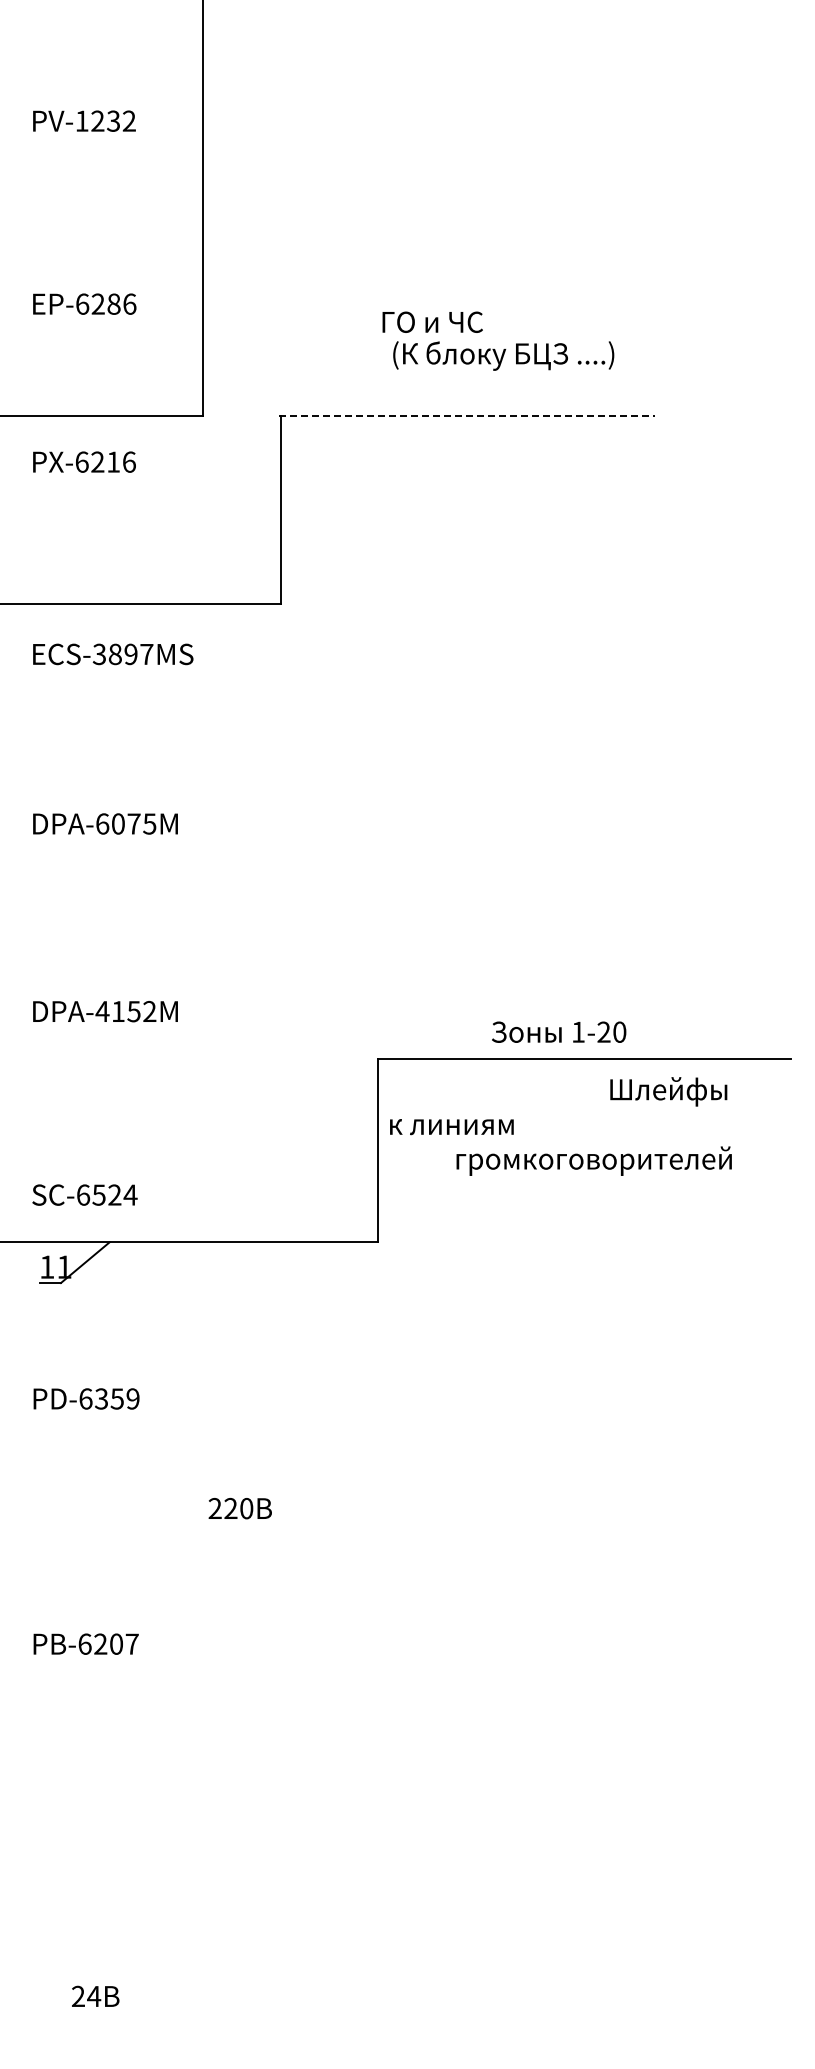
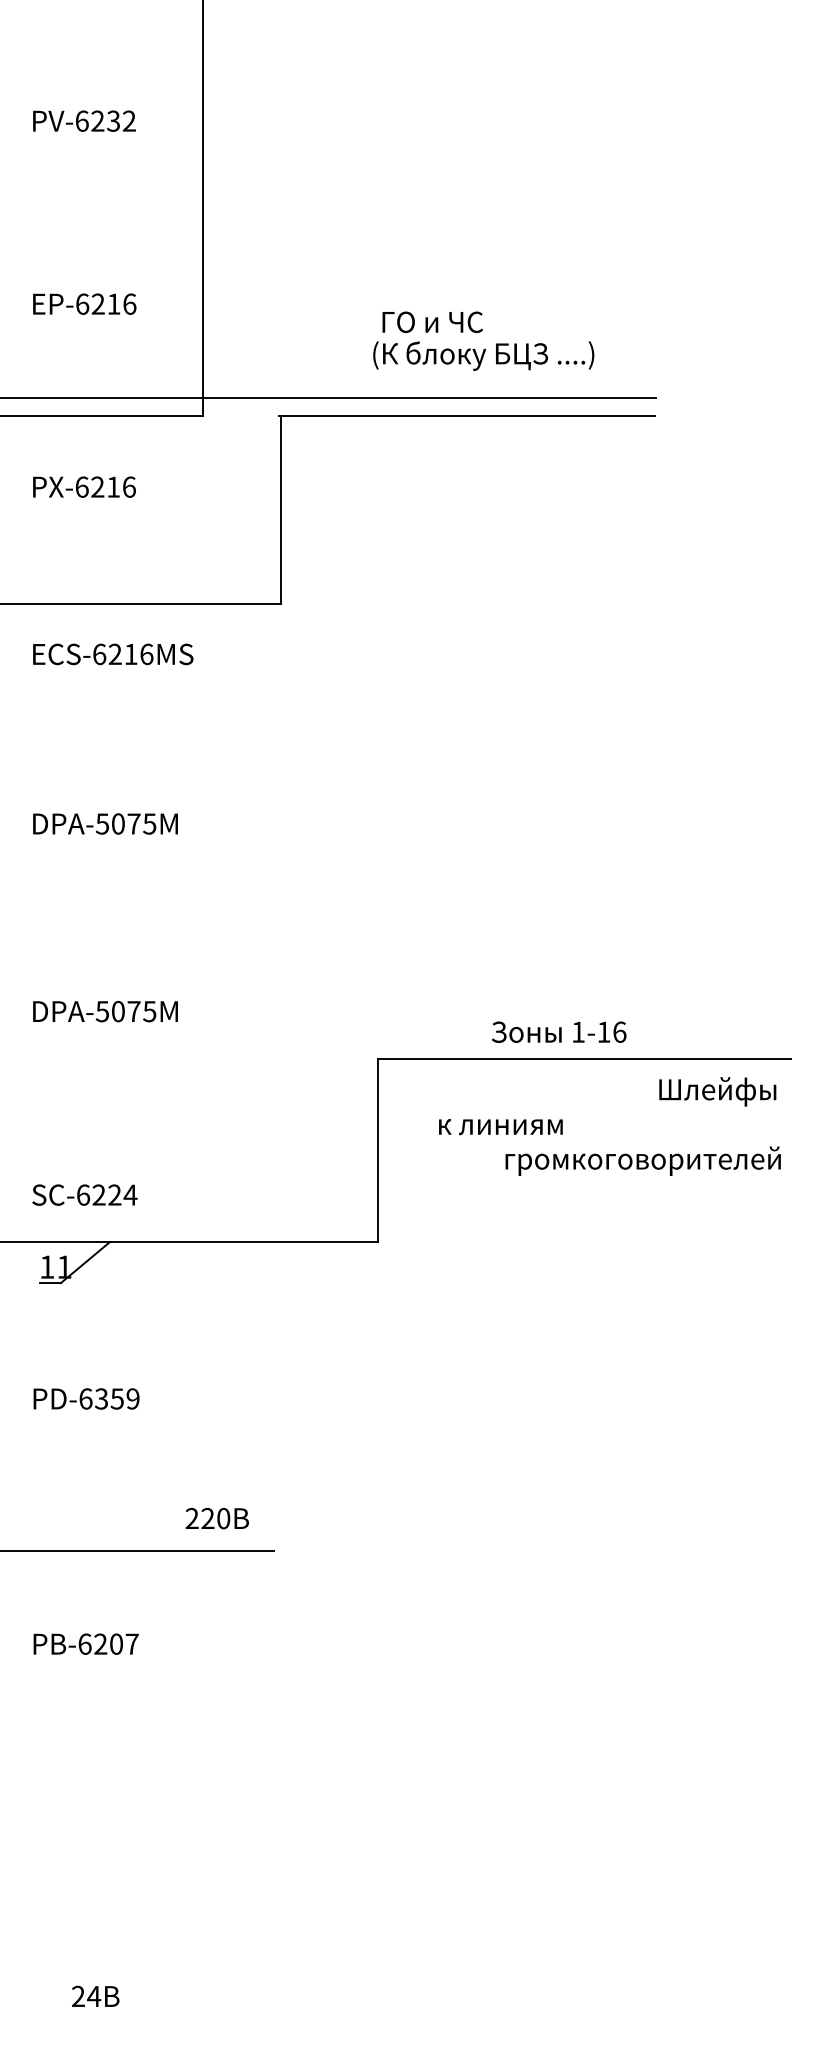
text at (82, 120): PV-1232 -> PV-6232
text at (113, 303): EP-6286 -> EP-6216
text at (503, 355) position: (503, 355) -> (483, 355)
line at (329, 397): none -> present
line at (467, 416): dashed -> solid
text at (84, 461) position: (84, 461) -> (84, 486)
text at (122, 654): ECS-3897MS -> ECS-6216MS
text at (102, 823): DPA-6075M -> DPA-5075M
text at (125, 1011): DPA-4152M -> DPA-5075M
text at (611, 1031): 1-20 -> 1-16
text at (560, 1126) position: (560, 1126) -> (609, 1126)
text at (98, 1194): SC-6524 -> SC-6224
text at (239, 1508) position: (239, 1508) -> (216, 1518)
line at (138, 1551): none -> present
